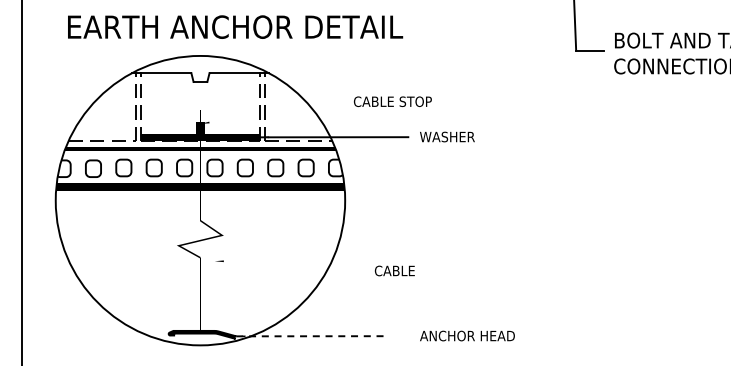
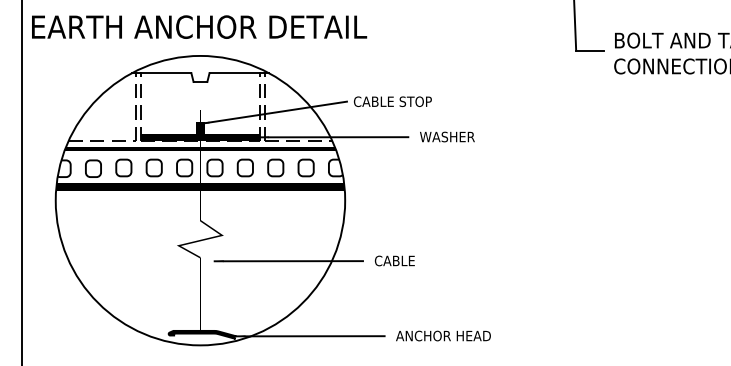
text at (235, 26) position: (235, 26) -> (199, 26)
line at (273, 112): none -> present
line at (288, 261): none -> present
text at (394, 270) position: (394, 270) -> (394, 260)
text at (467, 335) position: (467, 335) -> (443, 335)
line at (310, 336): dashed -> solid
